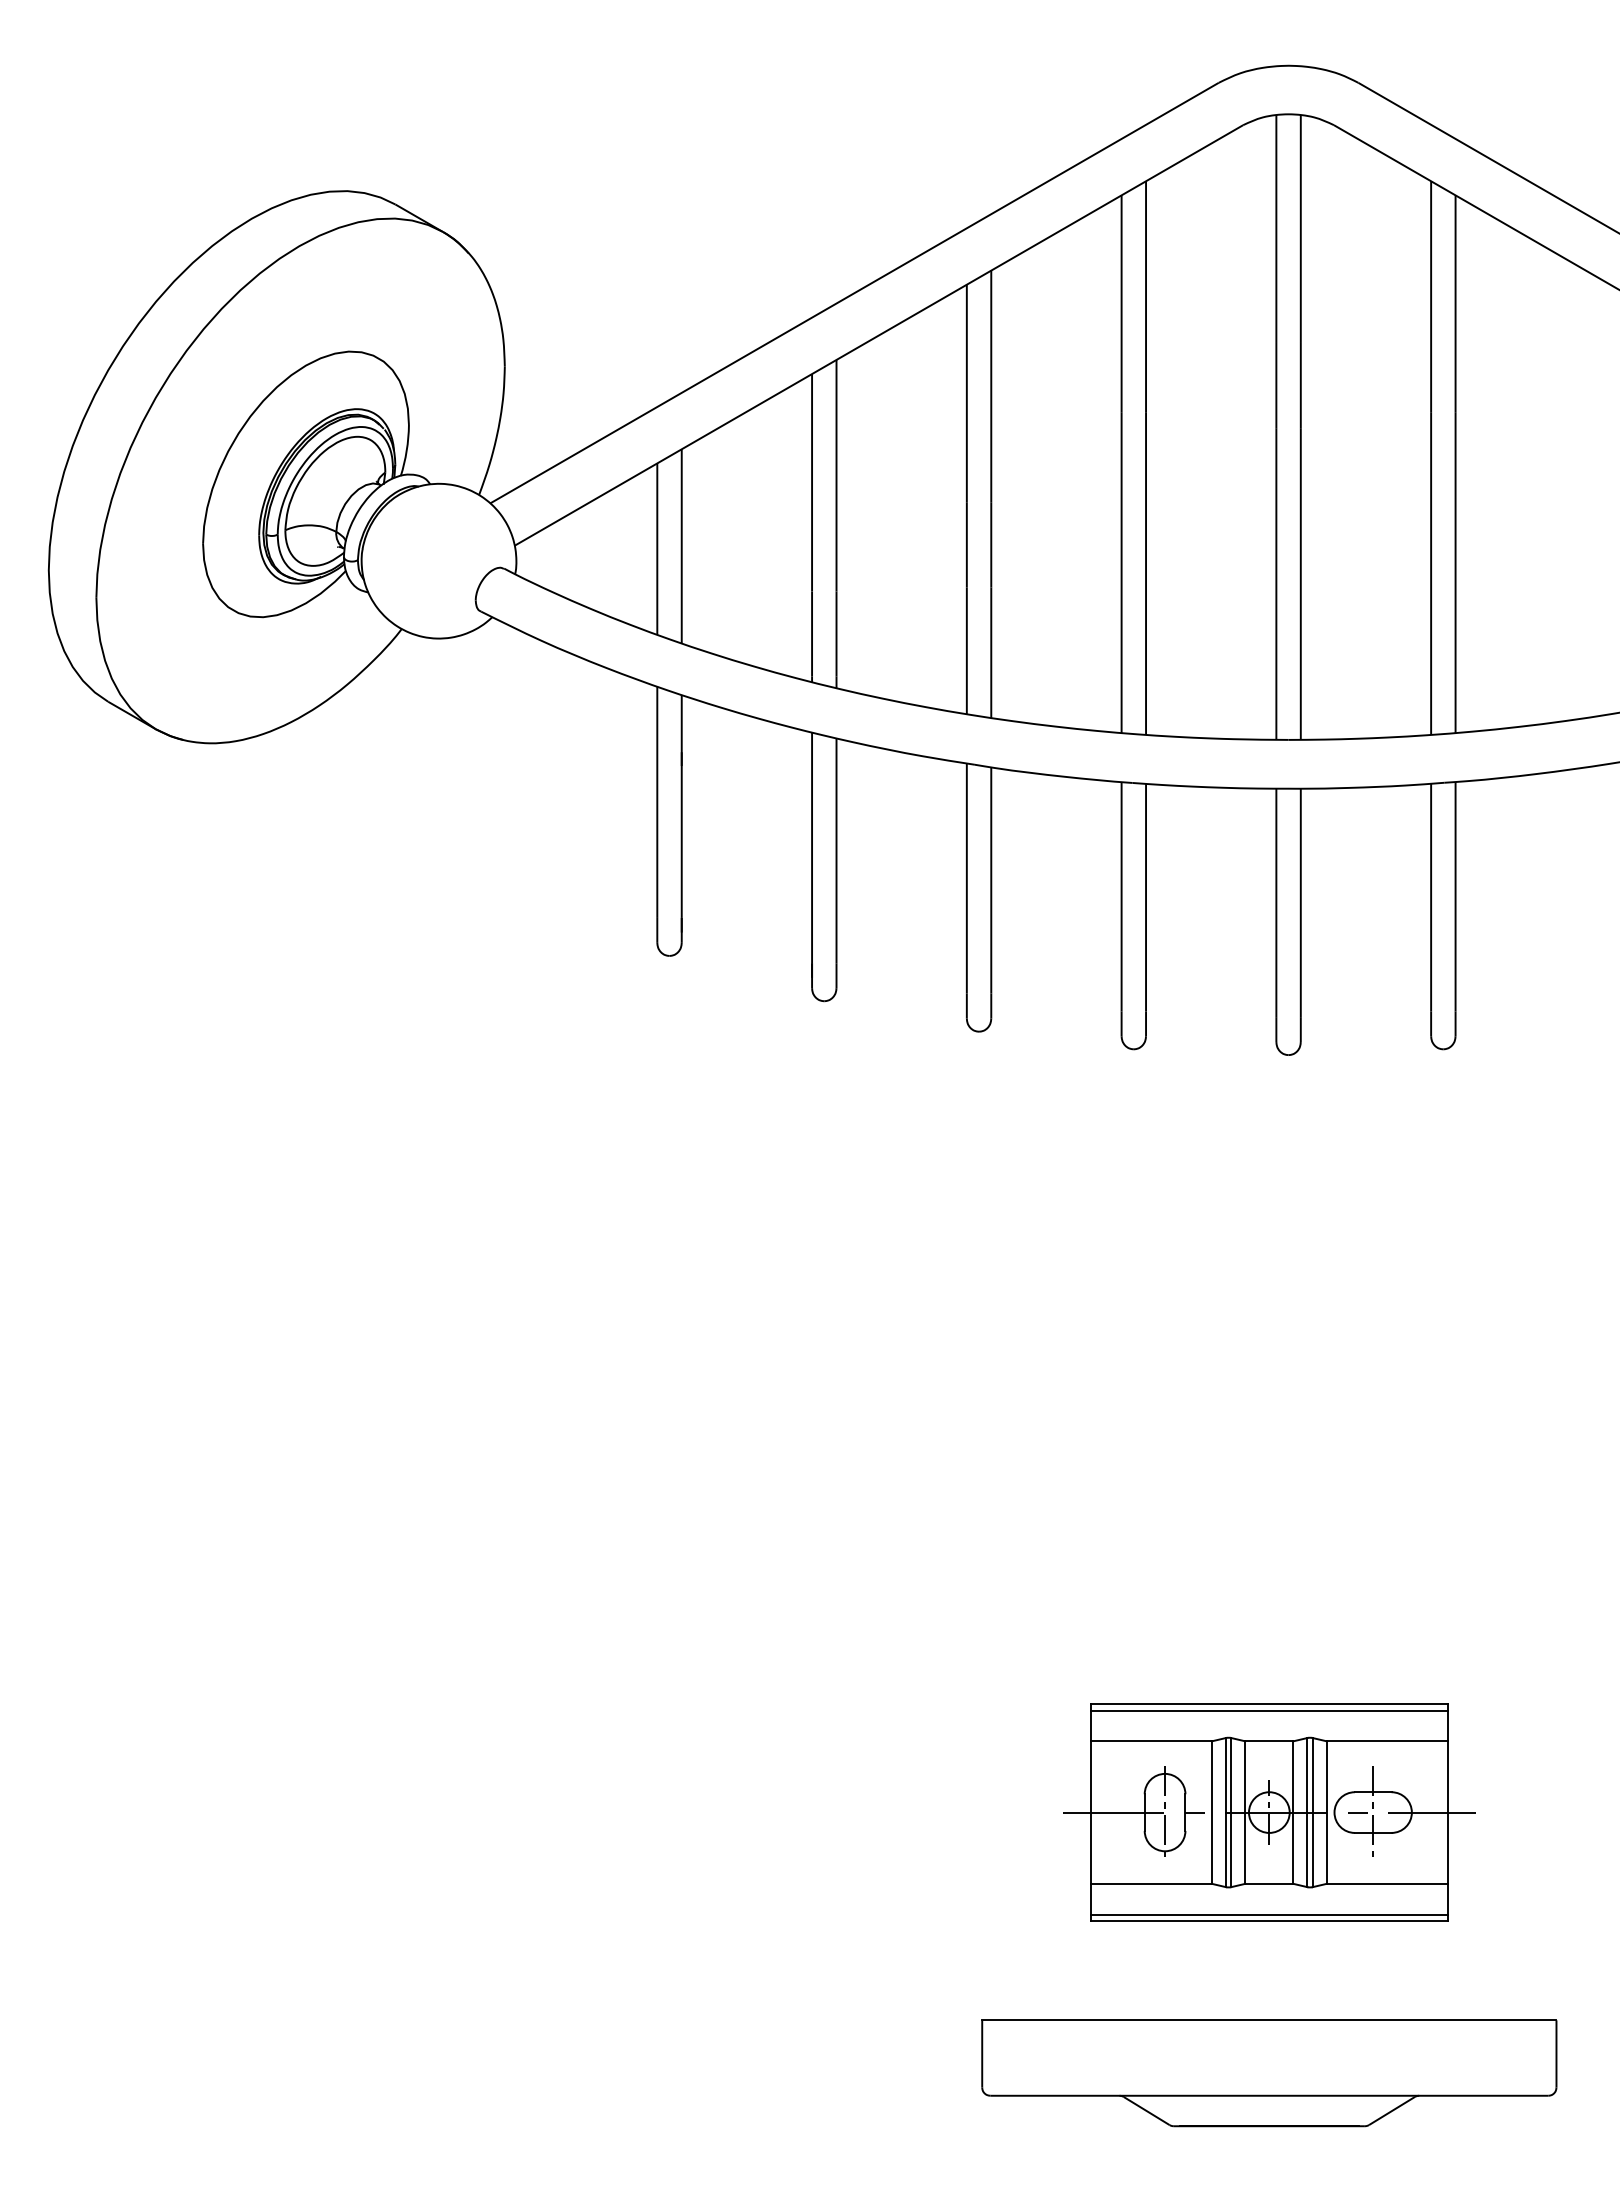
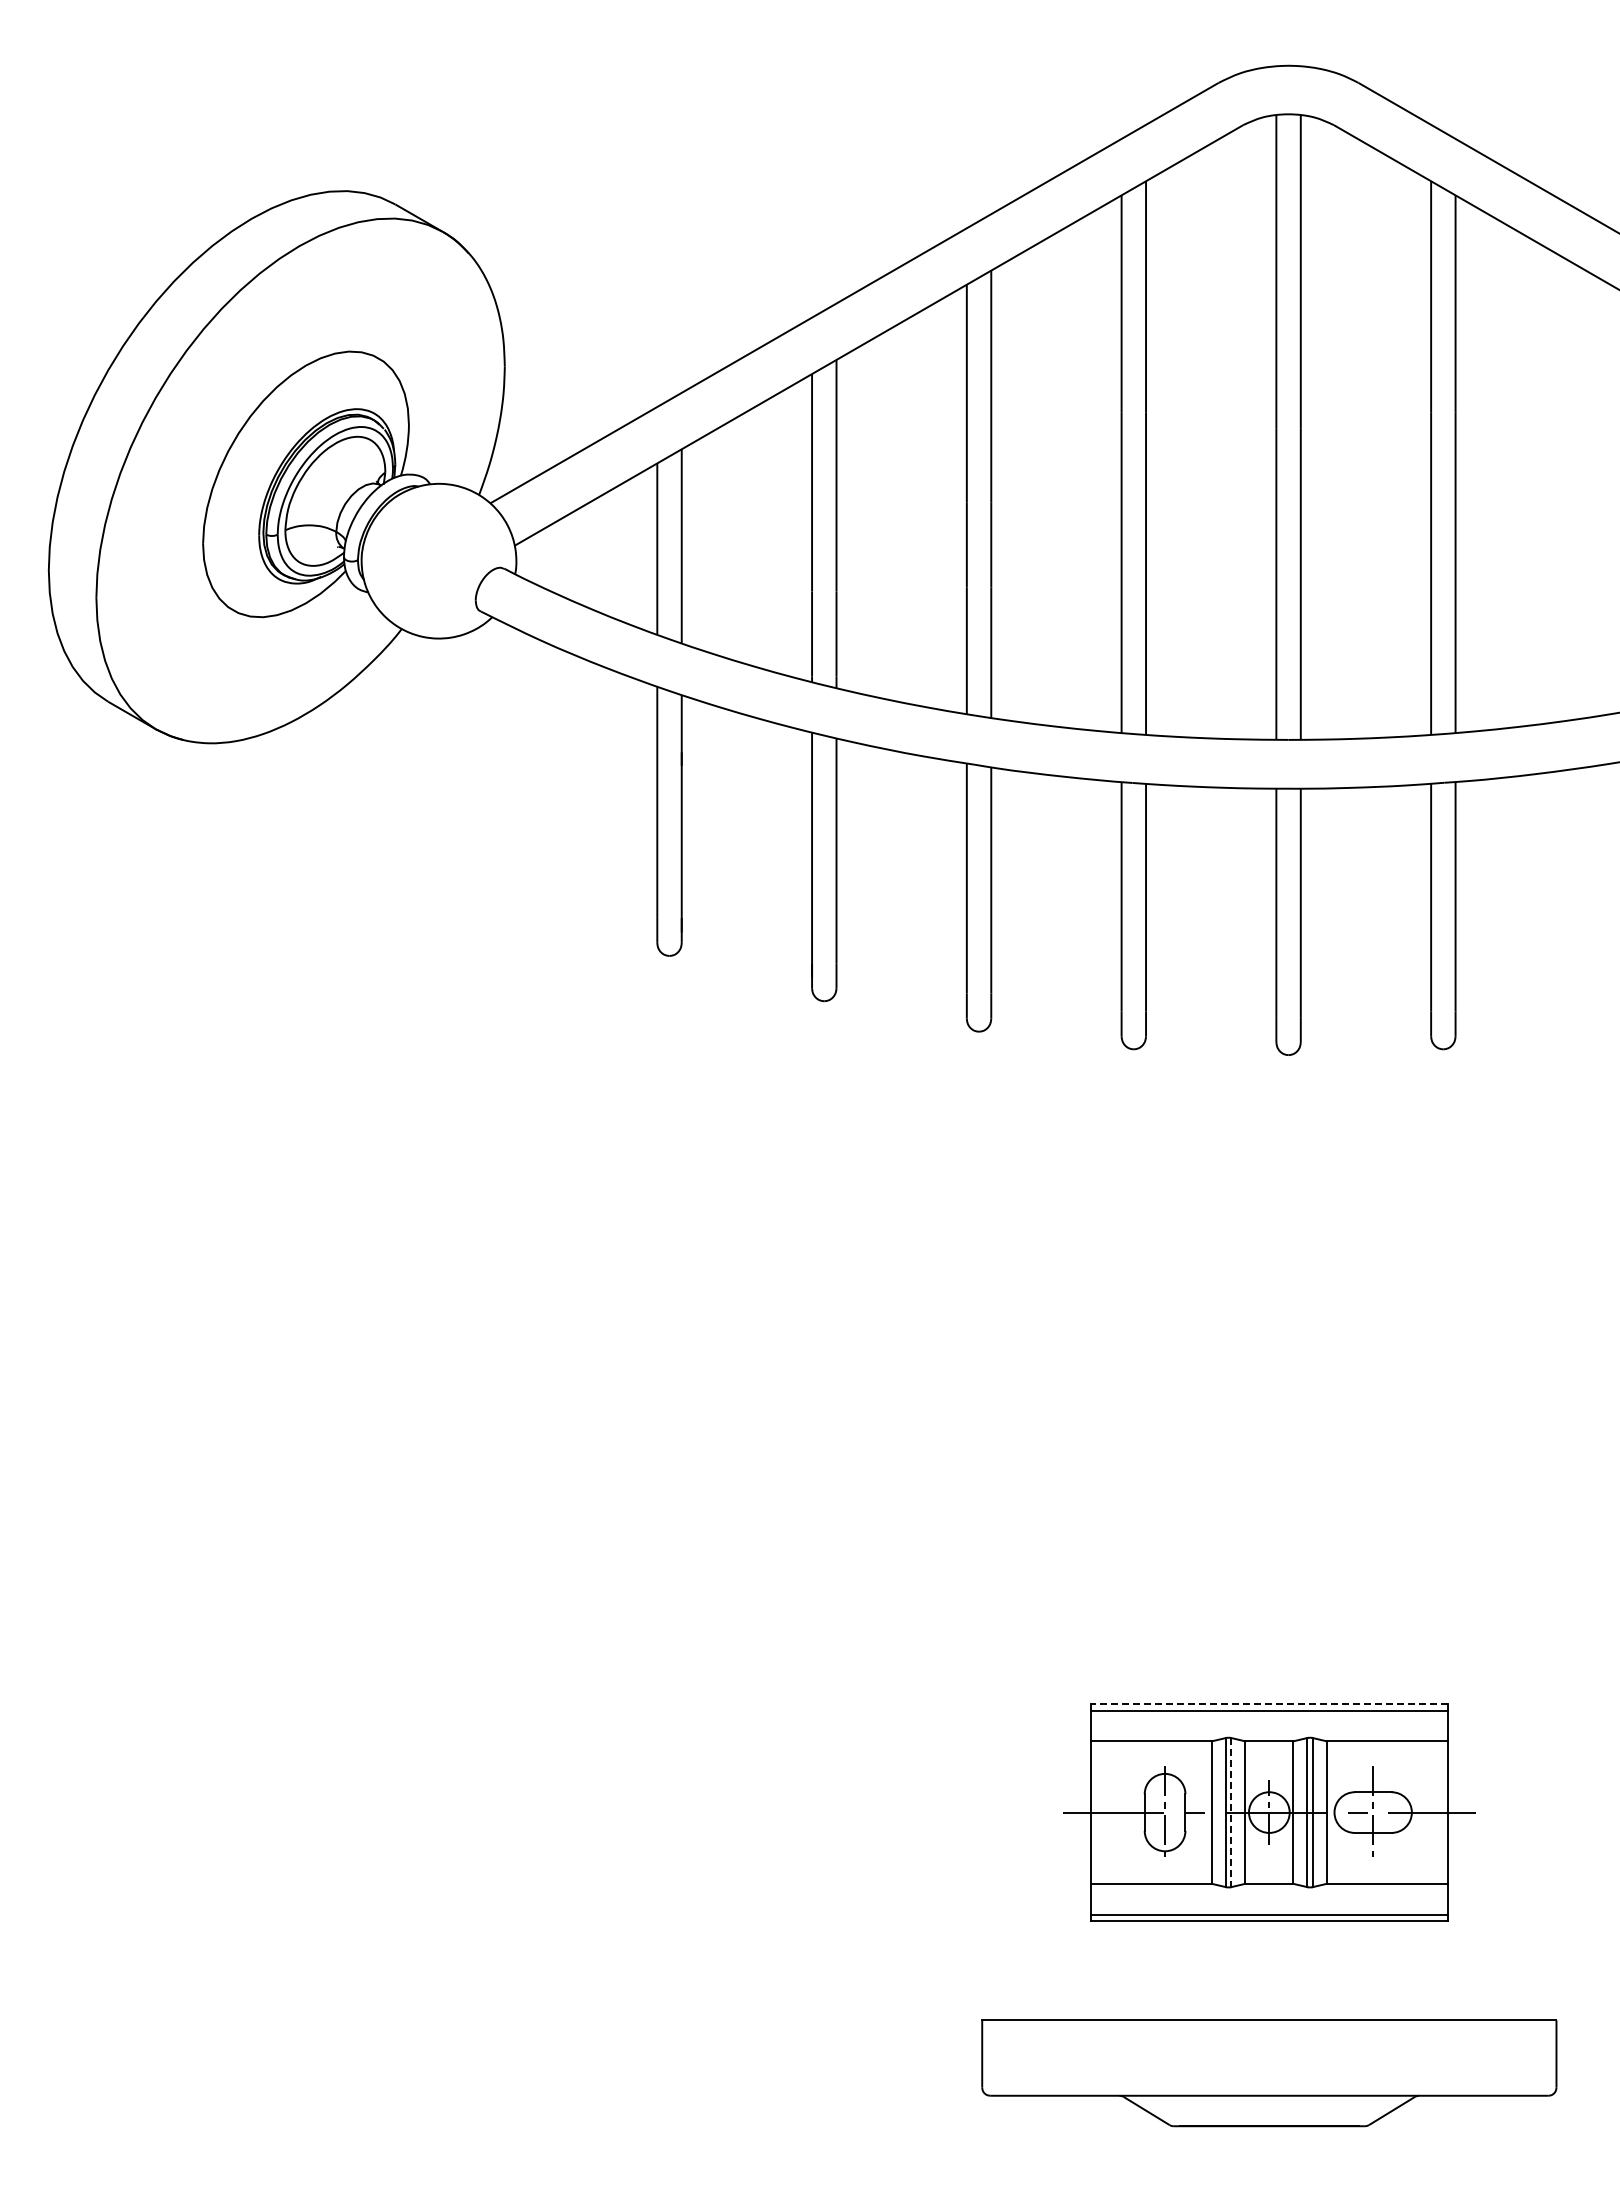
line at (1268, 1703): solid -> dashed
line at (1231, 1812): solid -> dashed
